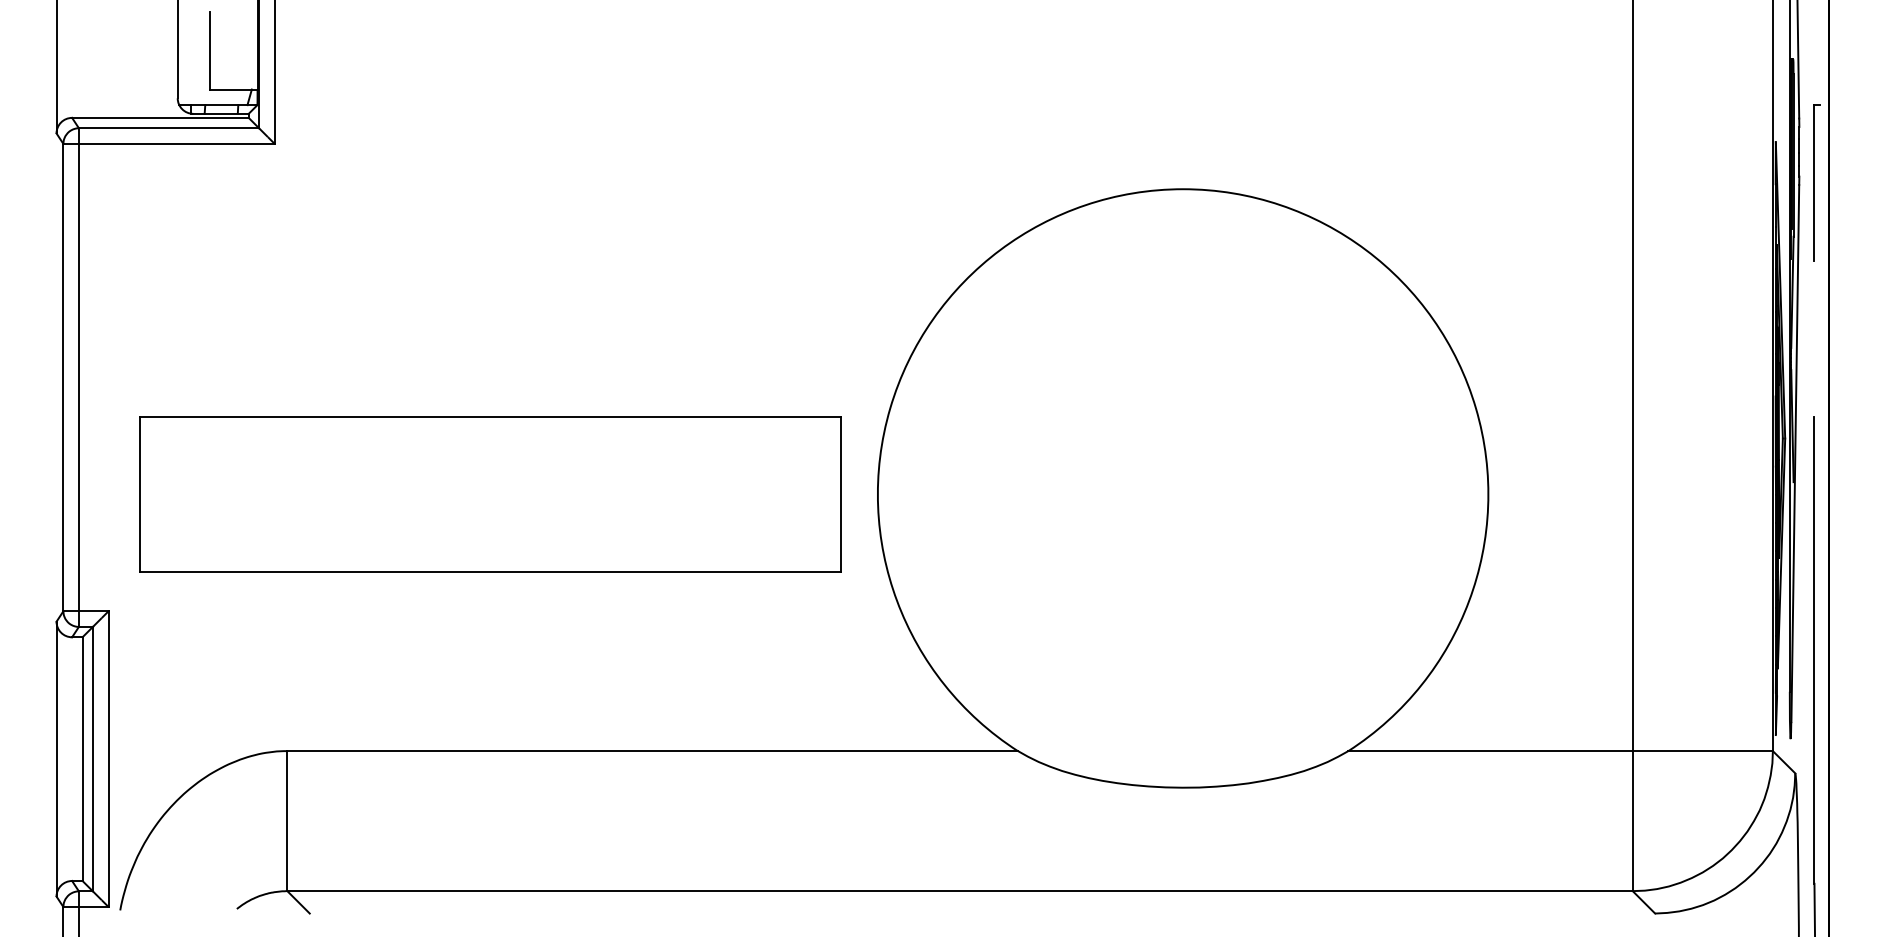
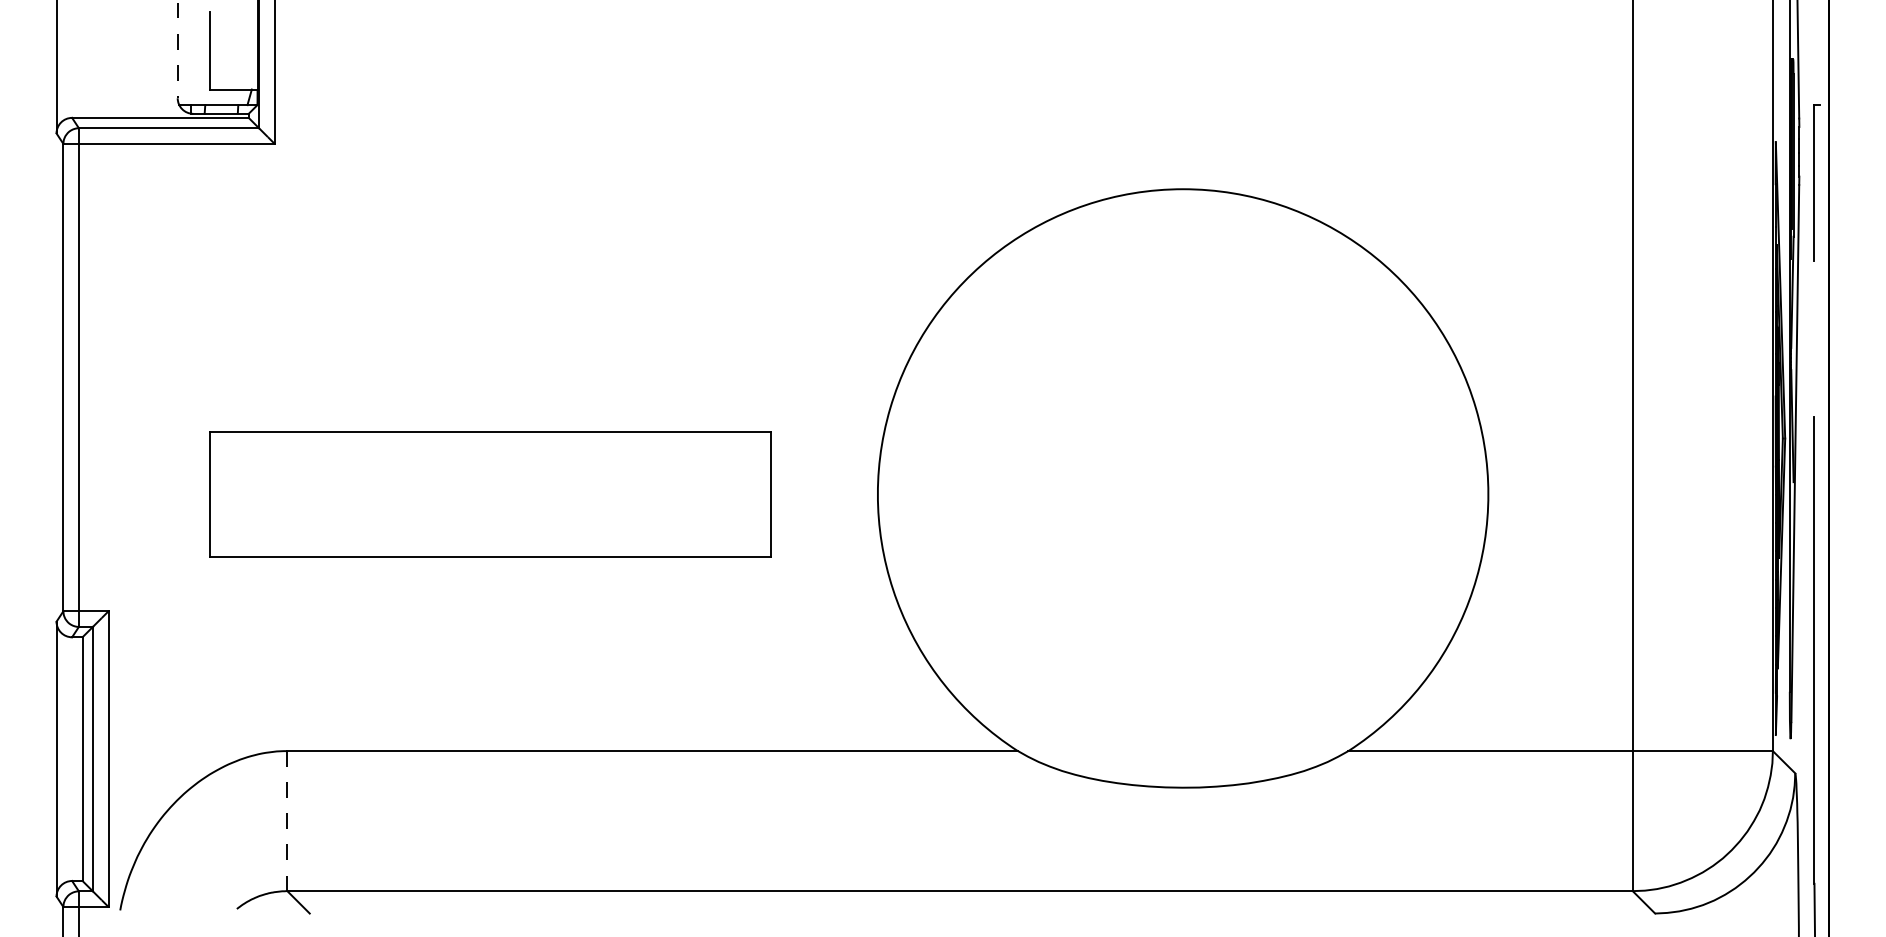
line at (177, 49): solid -> dashed
part at (490, 494) size: 703x157 px -> 563x127 px
line at (287, 820): solid -> dashed
